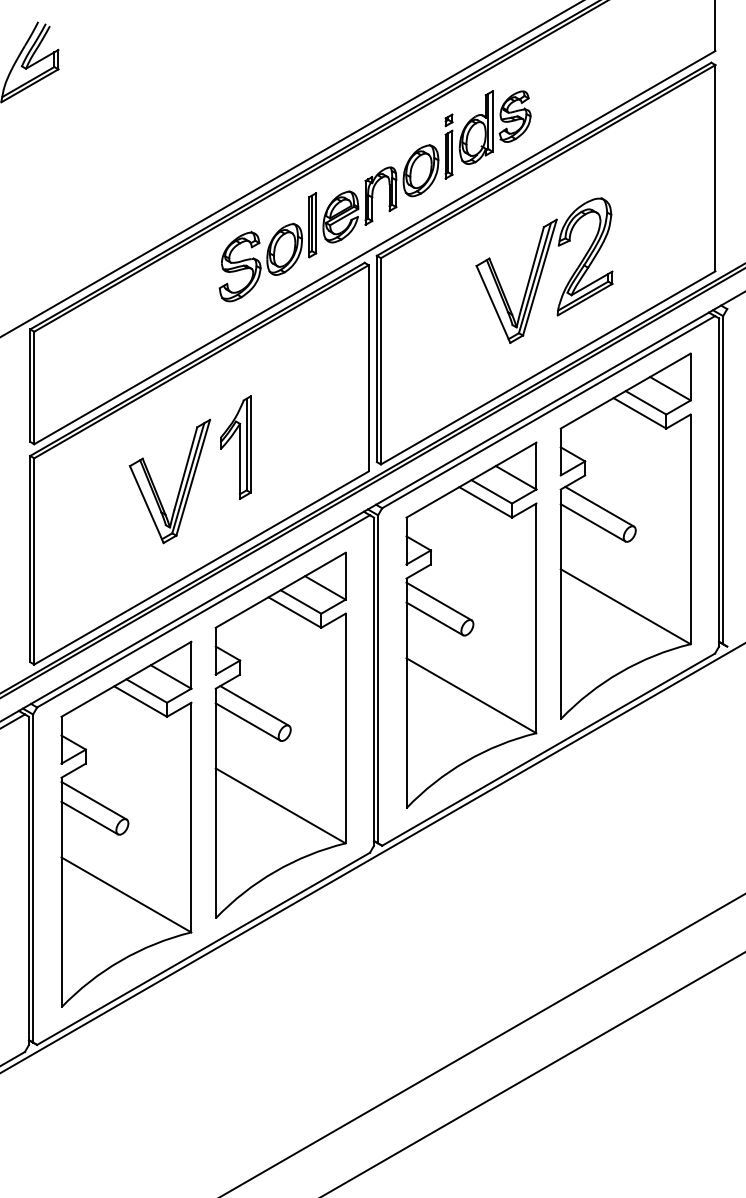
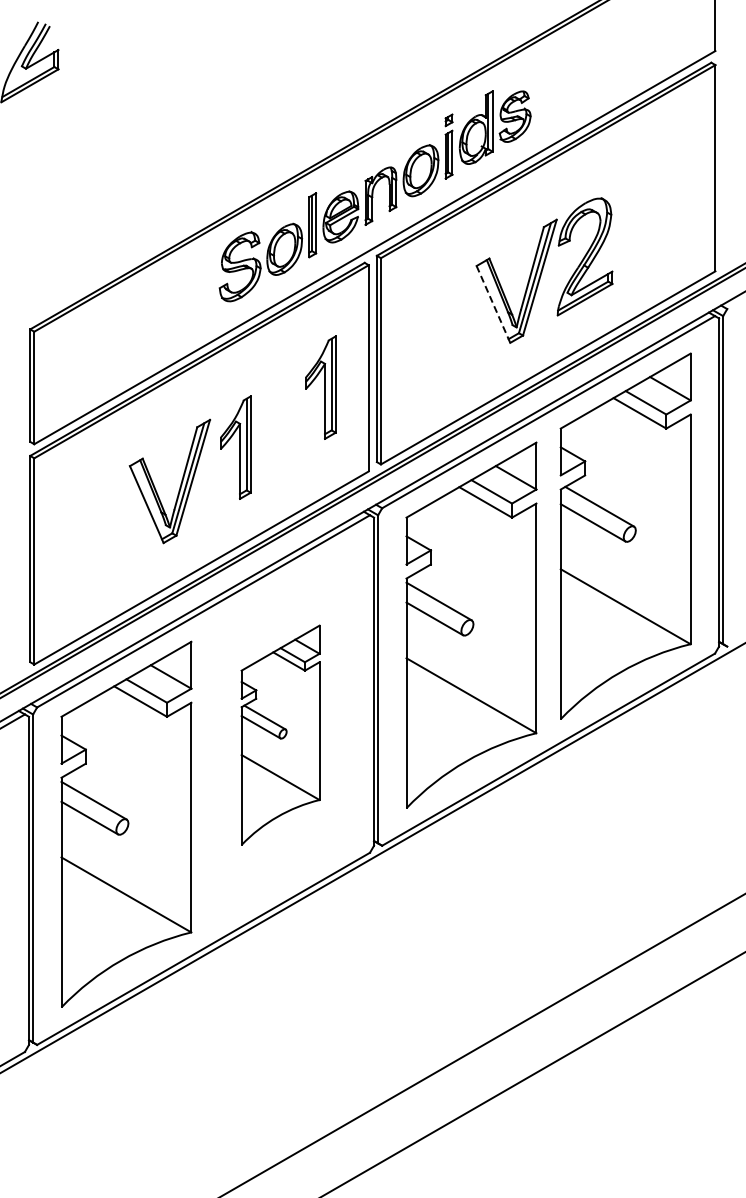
line at (291, 168): present -> none
line at (493, 304): solid -> dashed
part at (320, 387): none -> present
part at (280, 734) size: 133x368 px -> 81x222 px
